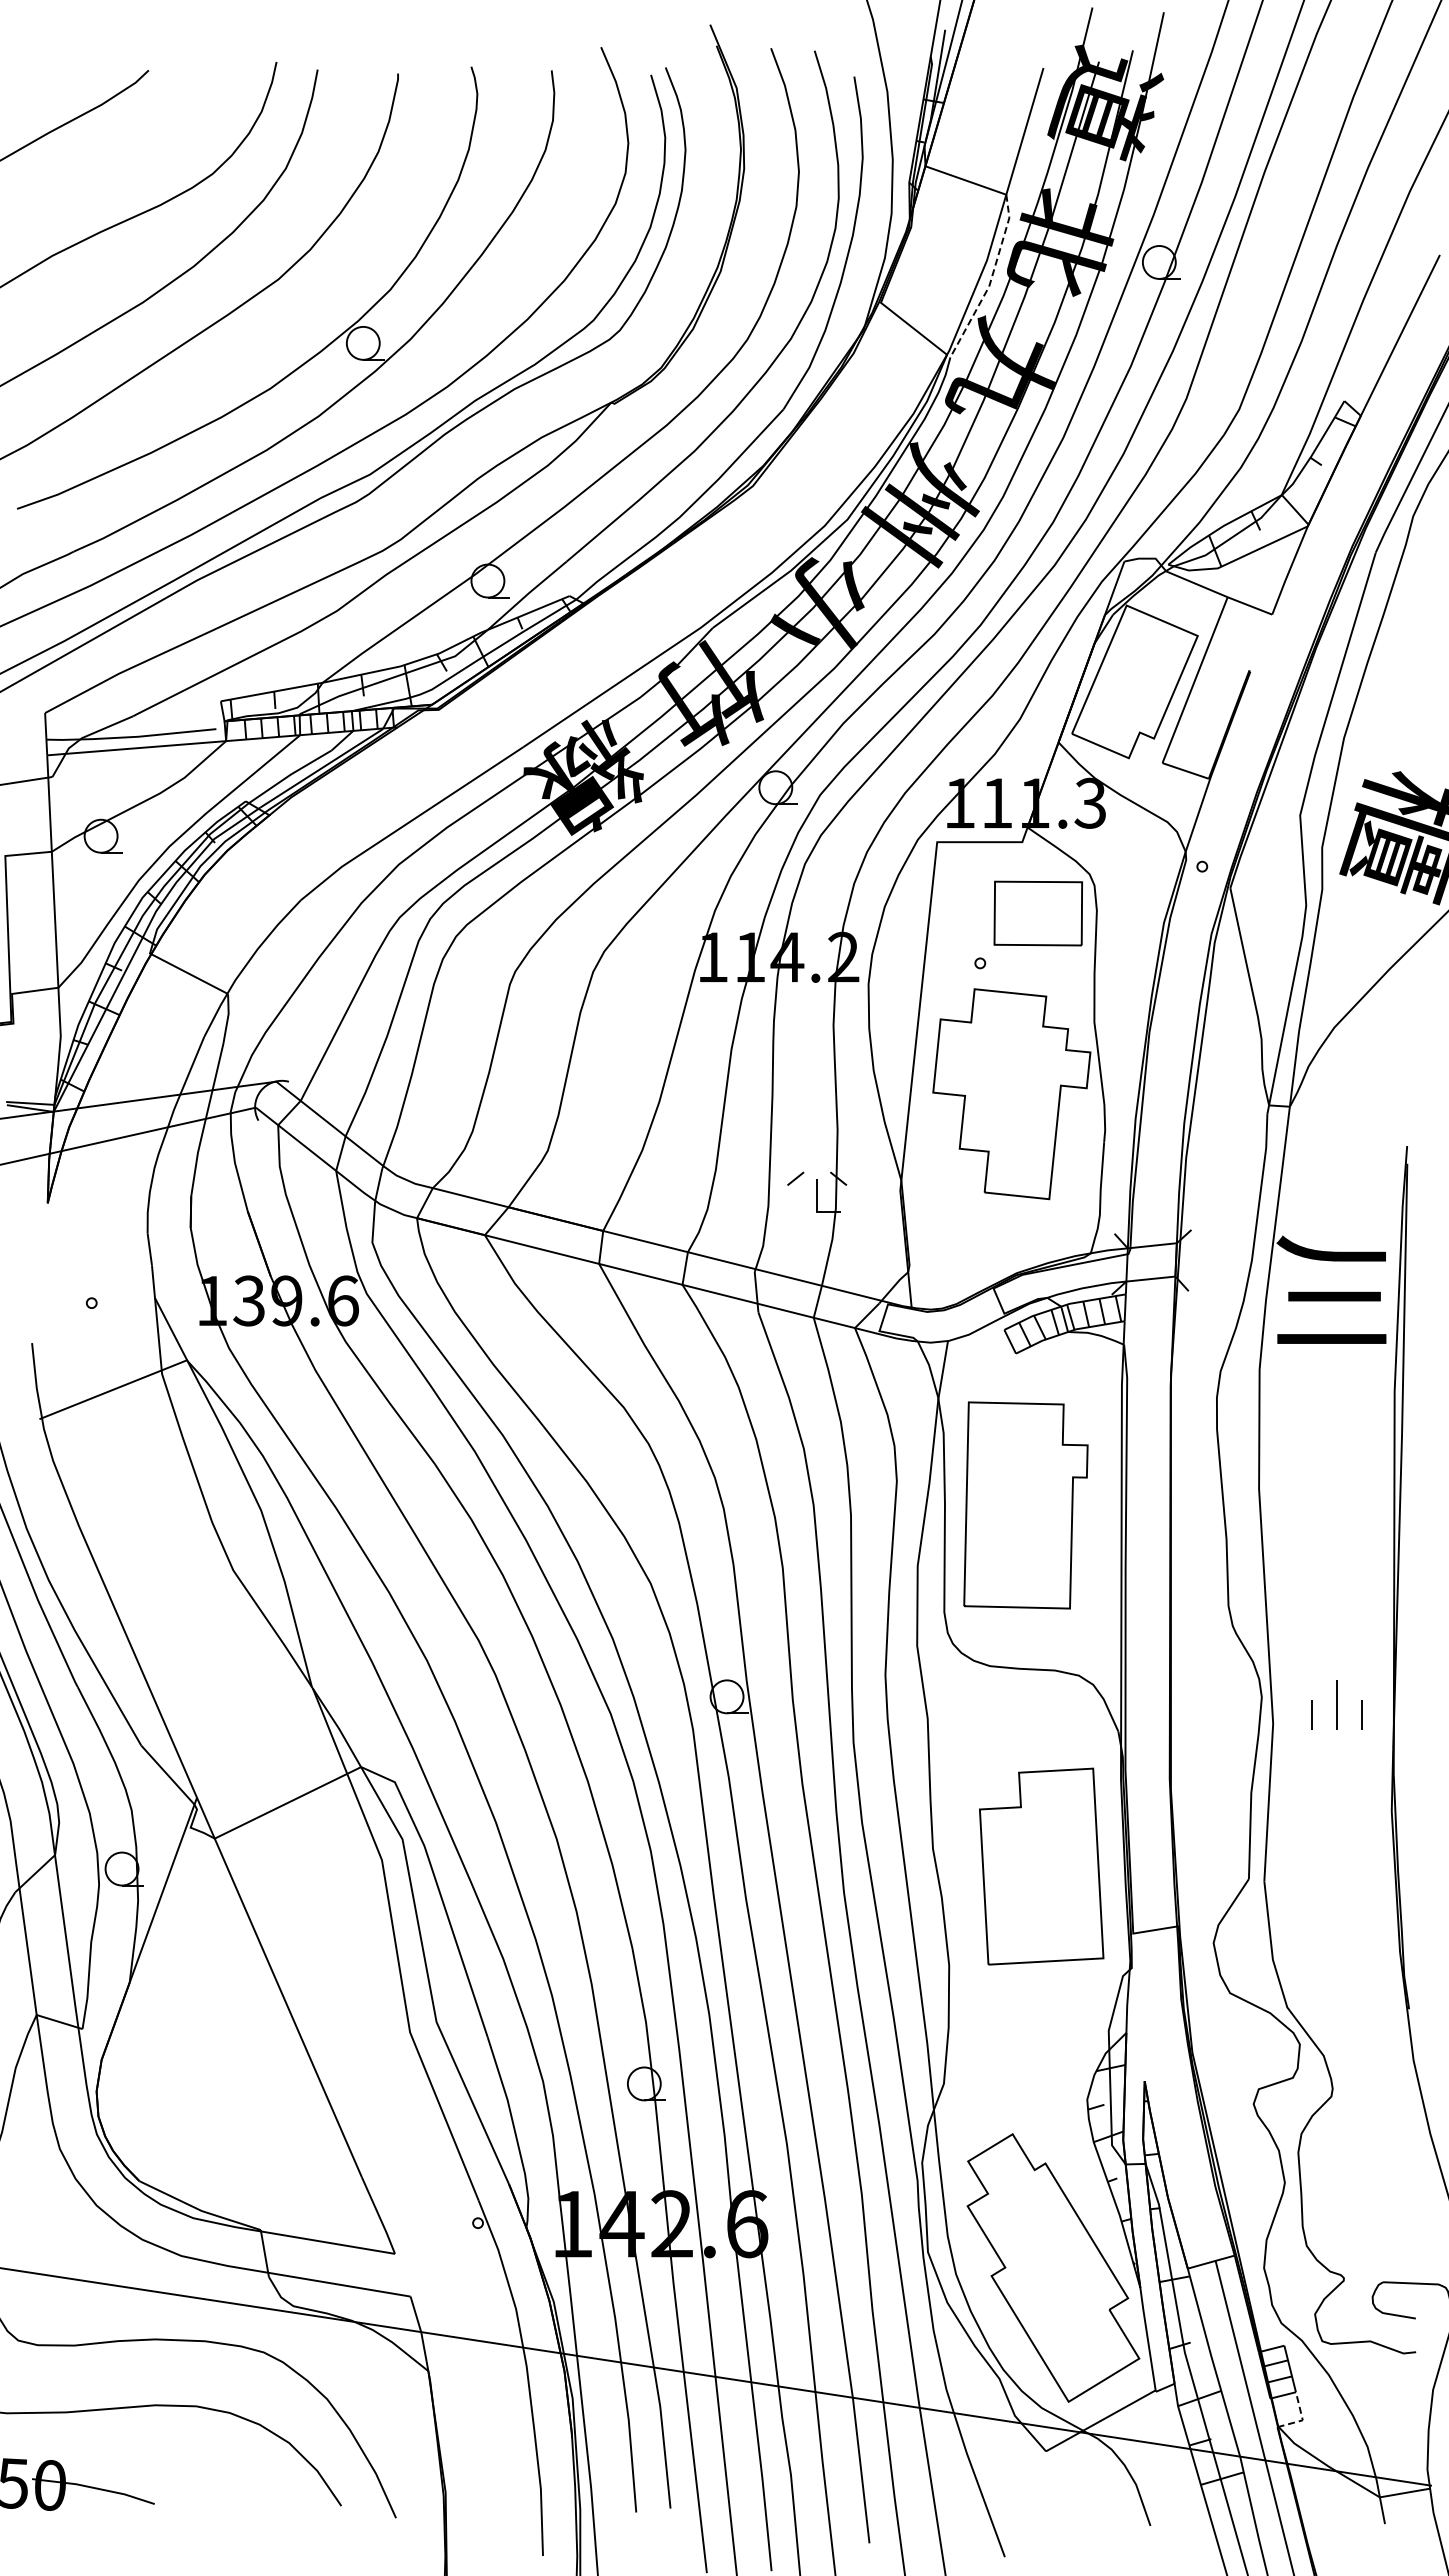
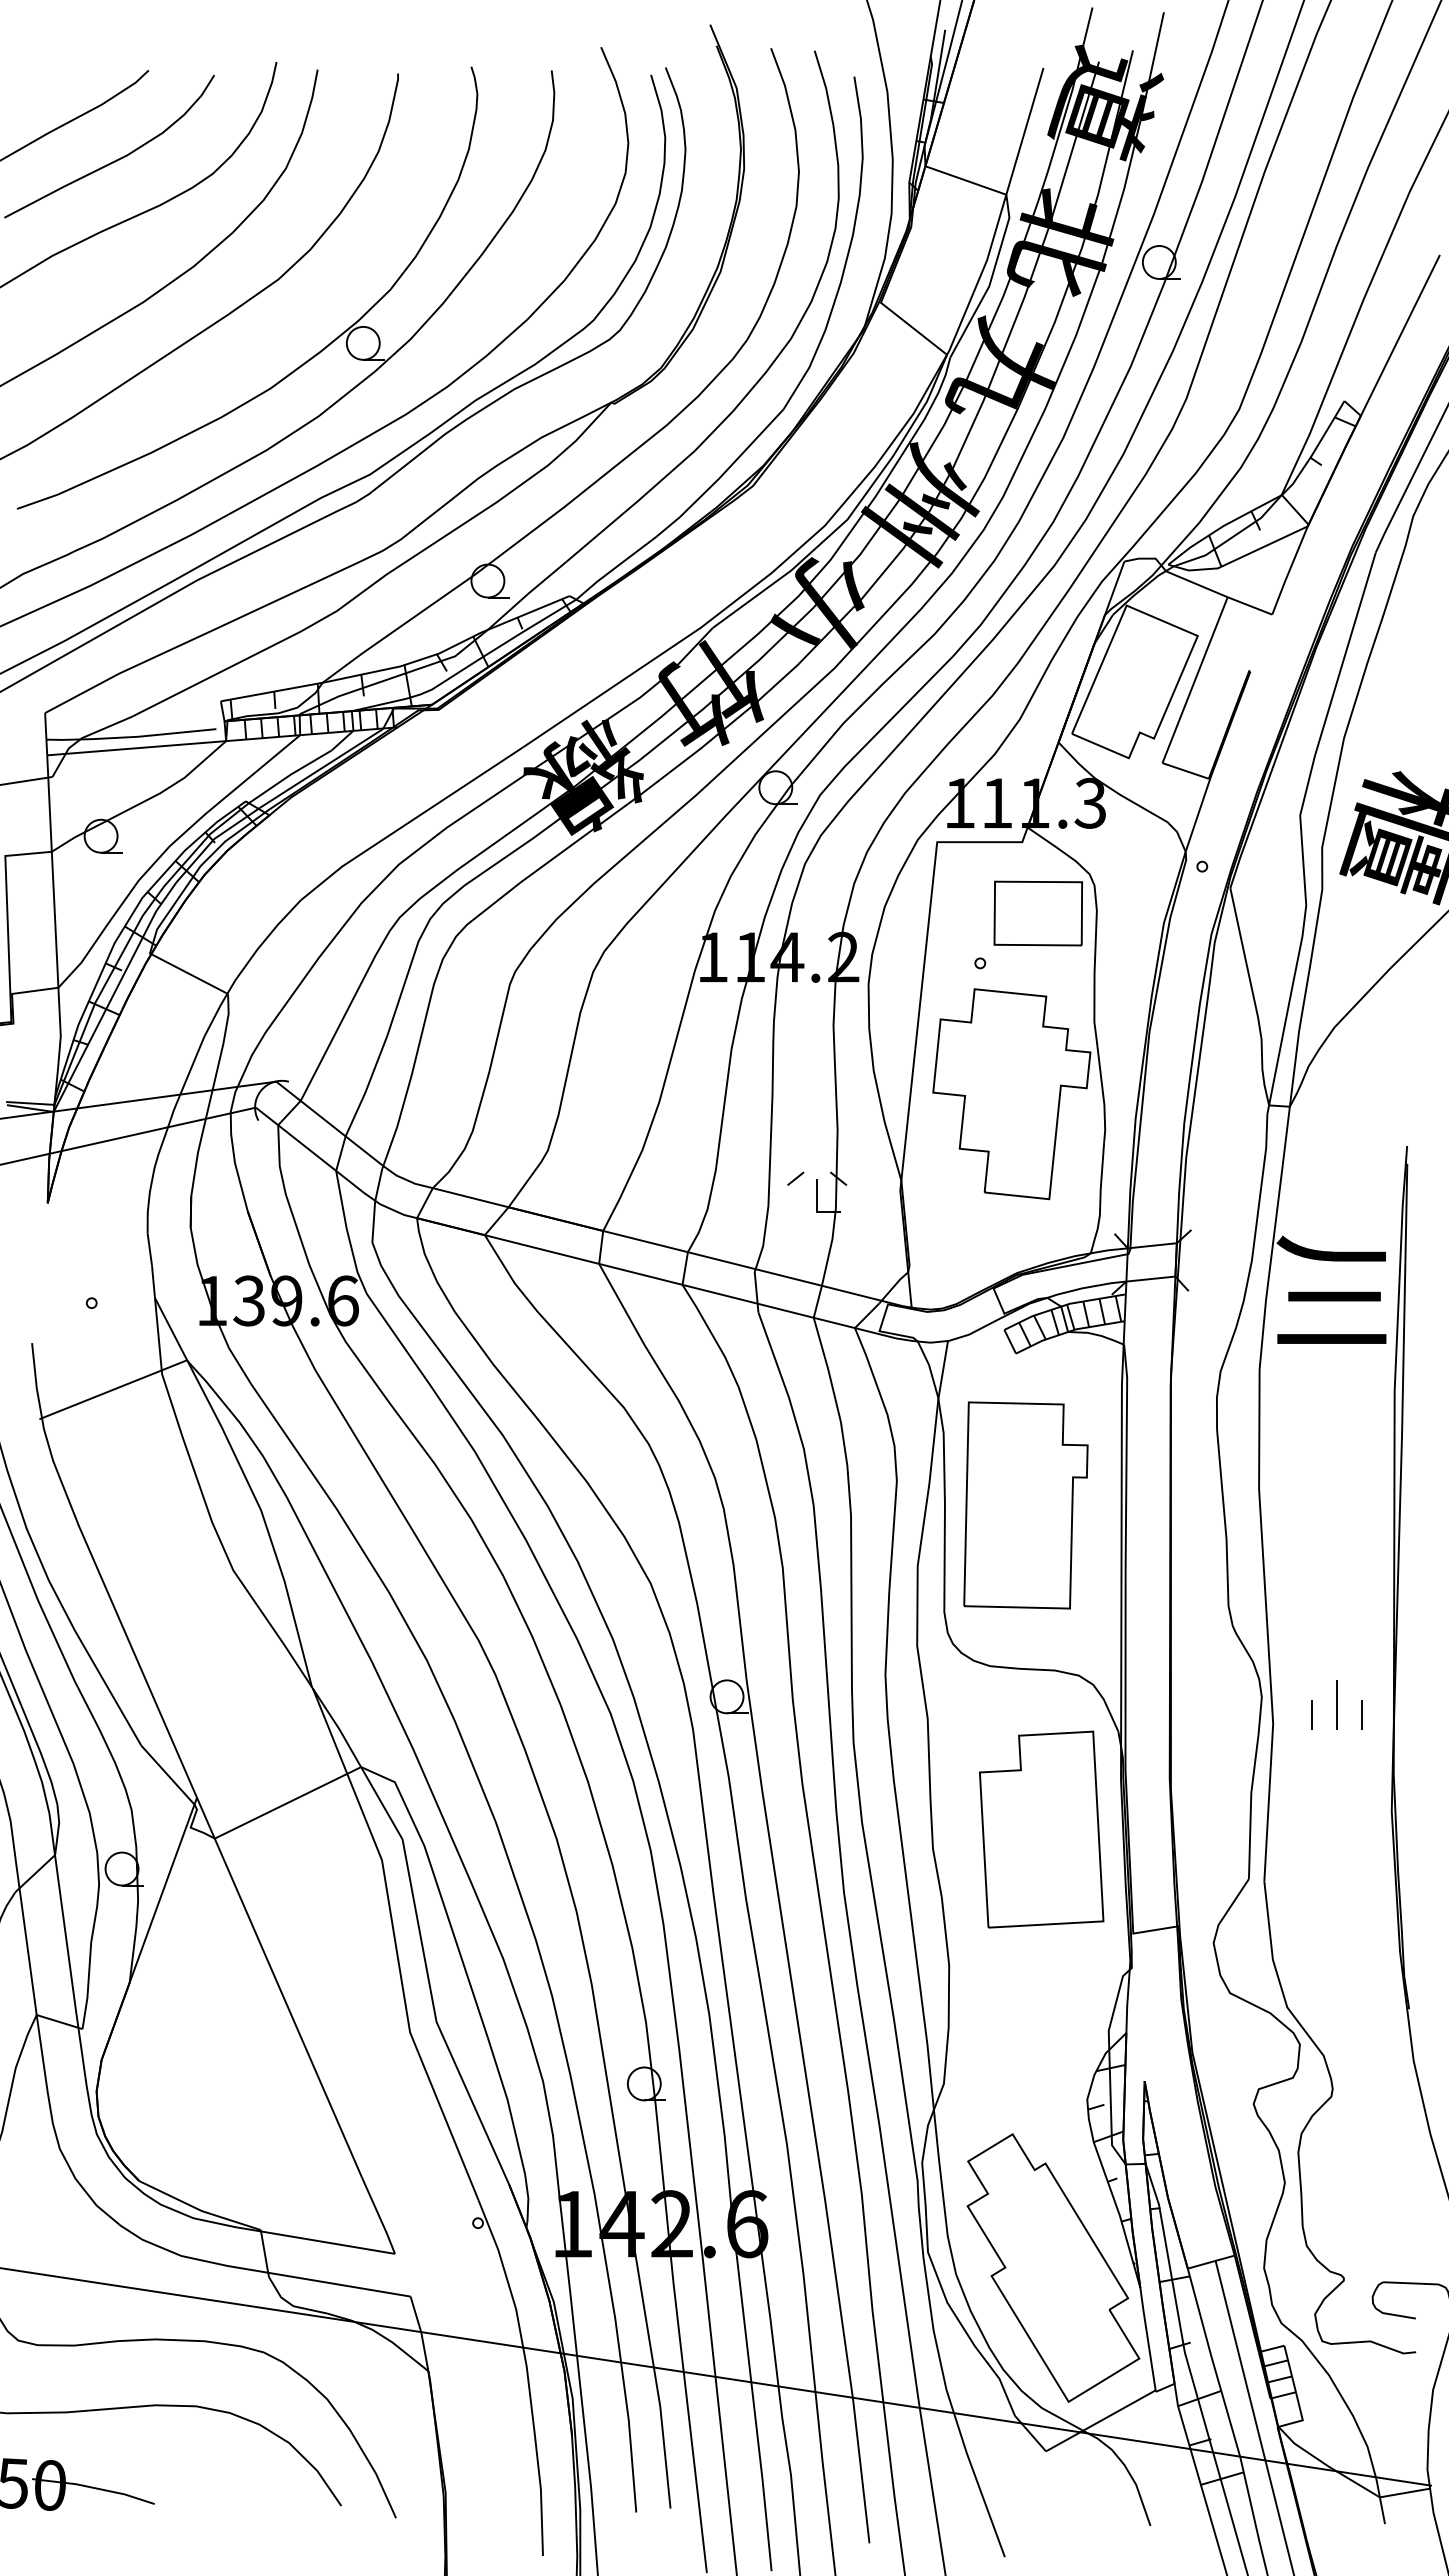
curve at (116, 159): none -> present
line at (991, 279): dashed -> solid
part at (1041, 1866) position: (1041, 1866) -> (1041, 1829)
line at (1302, 2420): dashed -> solid
